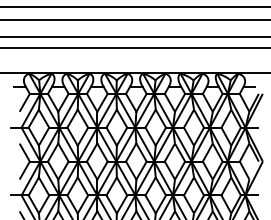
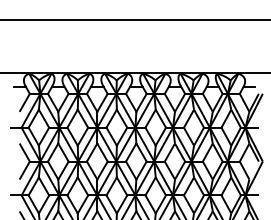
line at (134, 6): present -> none
line at (134, 36): present -> none
line at (134, 48): present -> none
